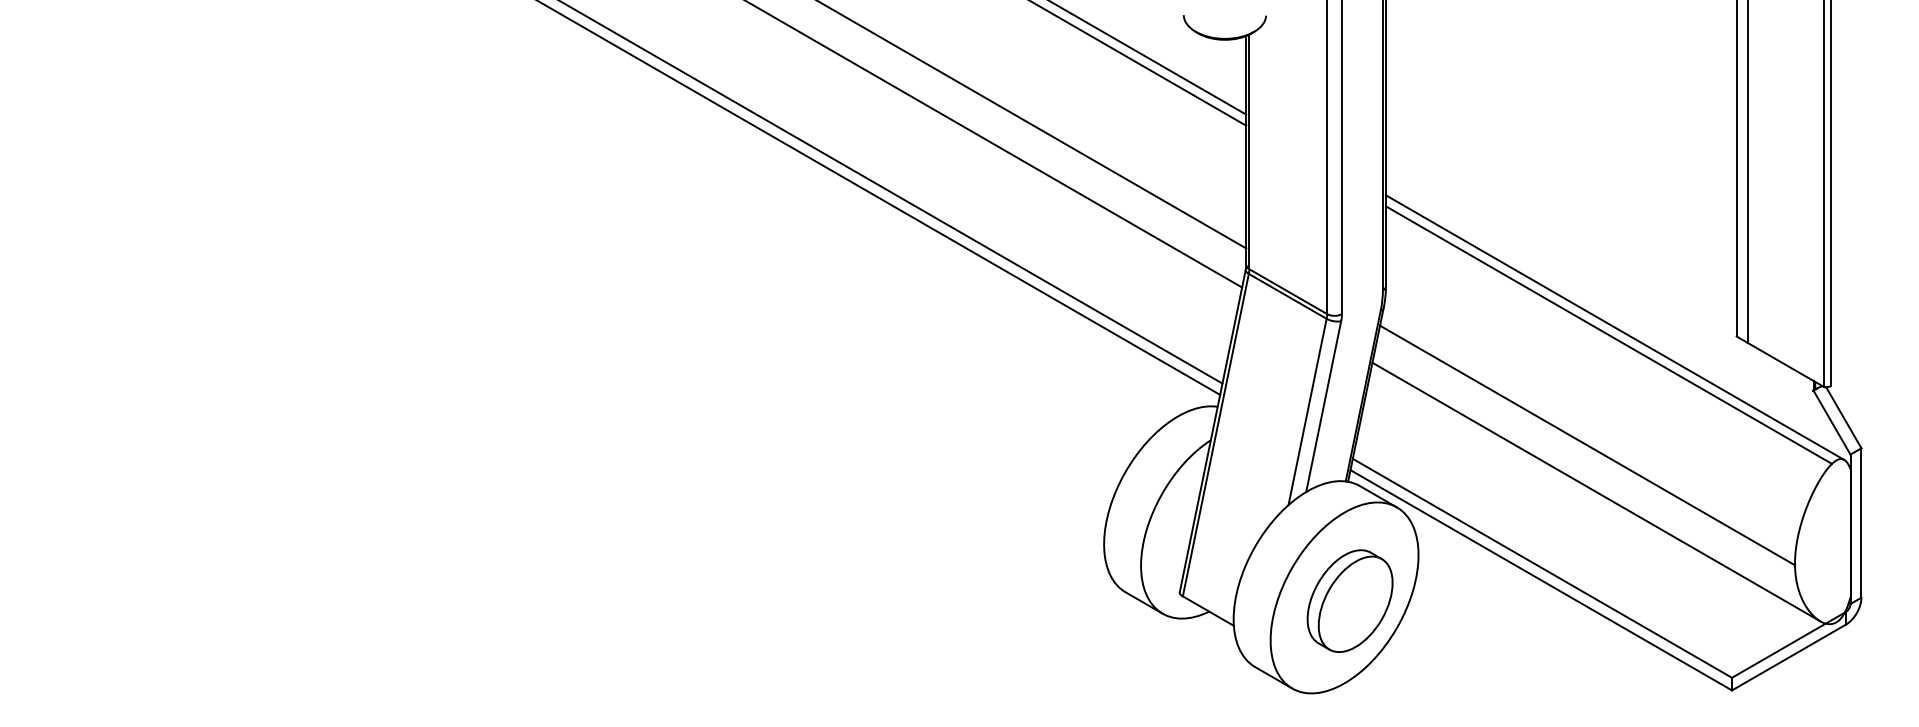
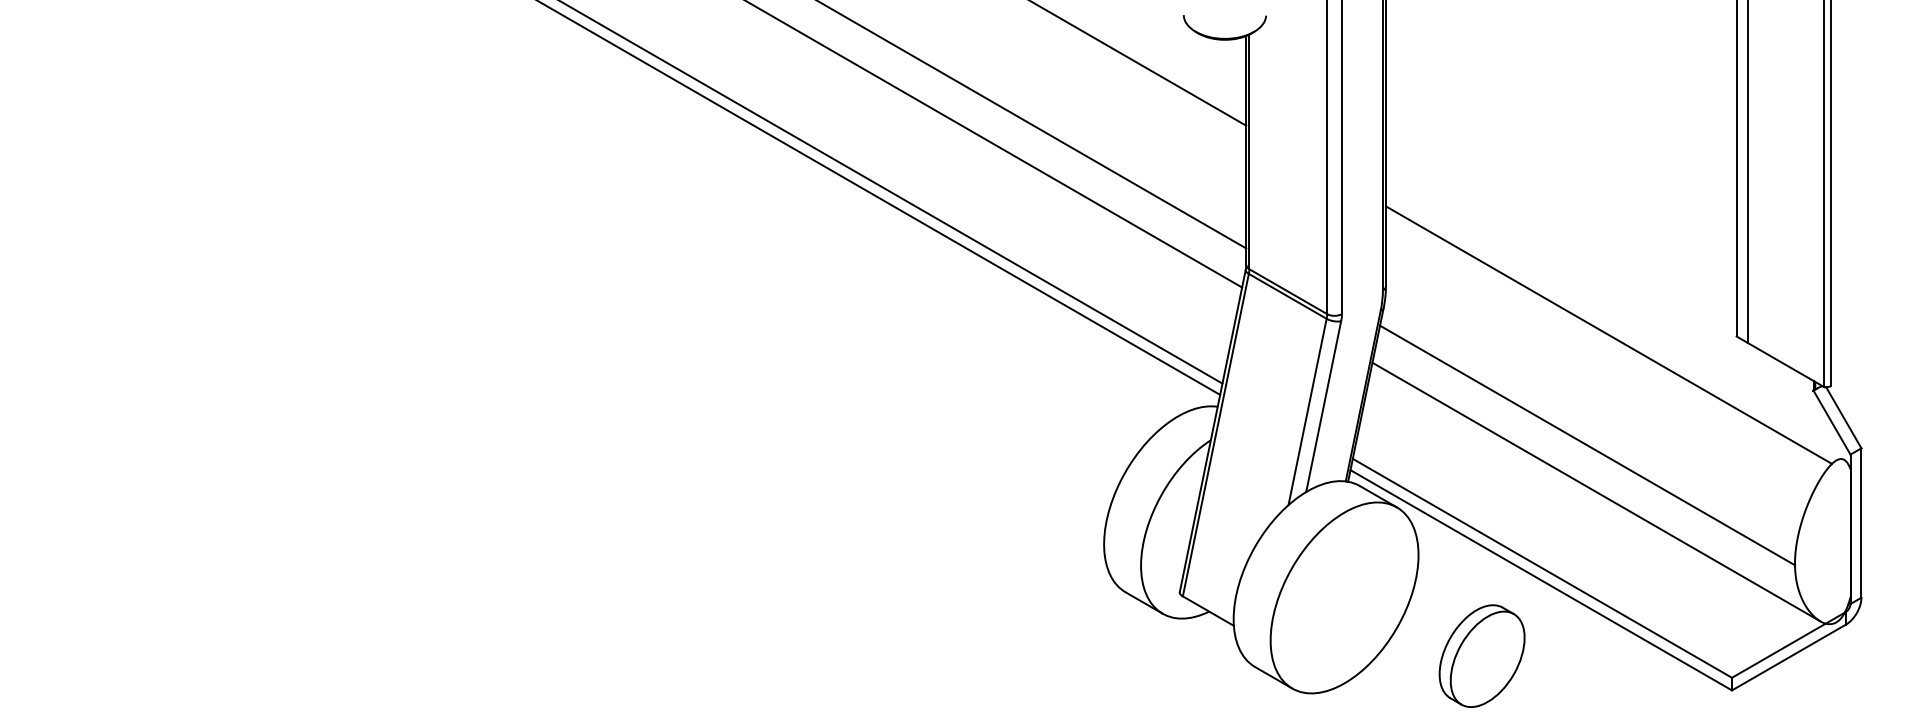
line at (1148, 58): present -> none
line at (1614, 327): present -> none
part at (1349, 600) position: (1349, 600) -> (1481, 655)
